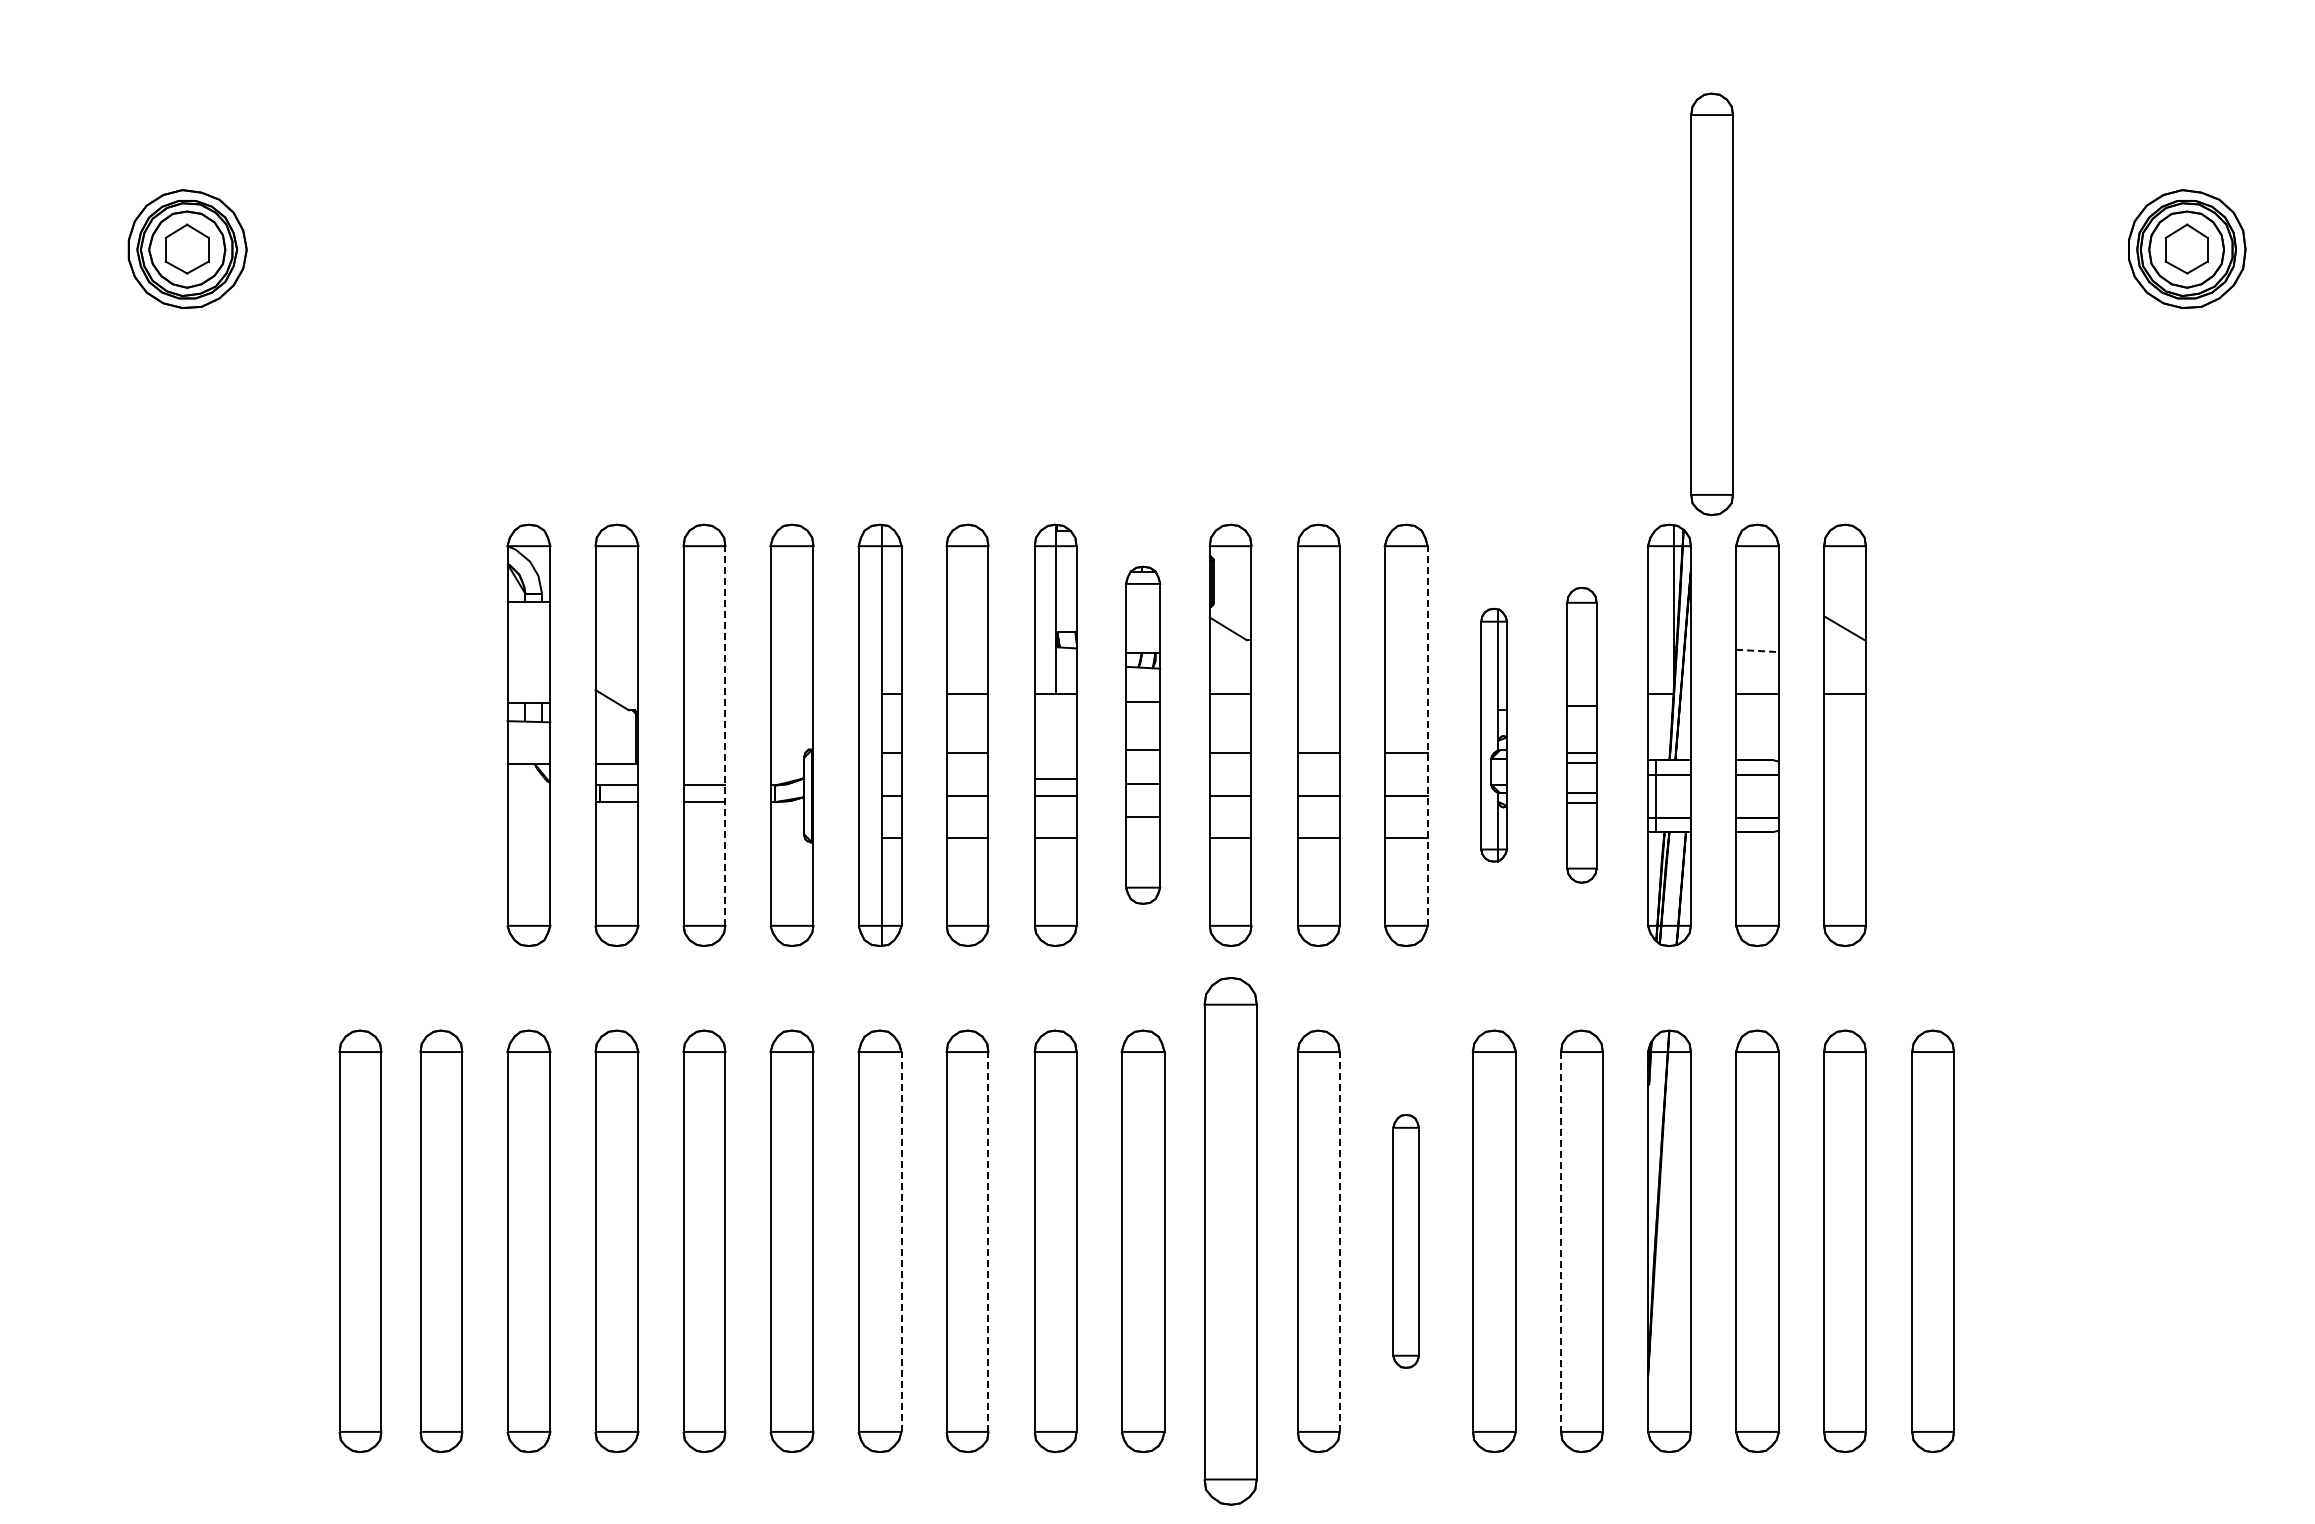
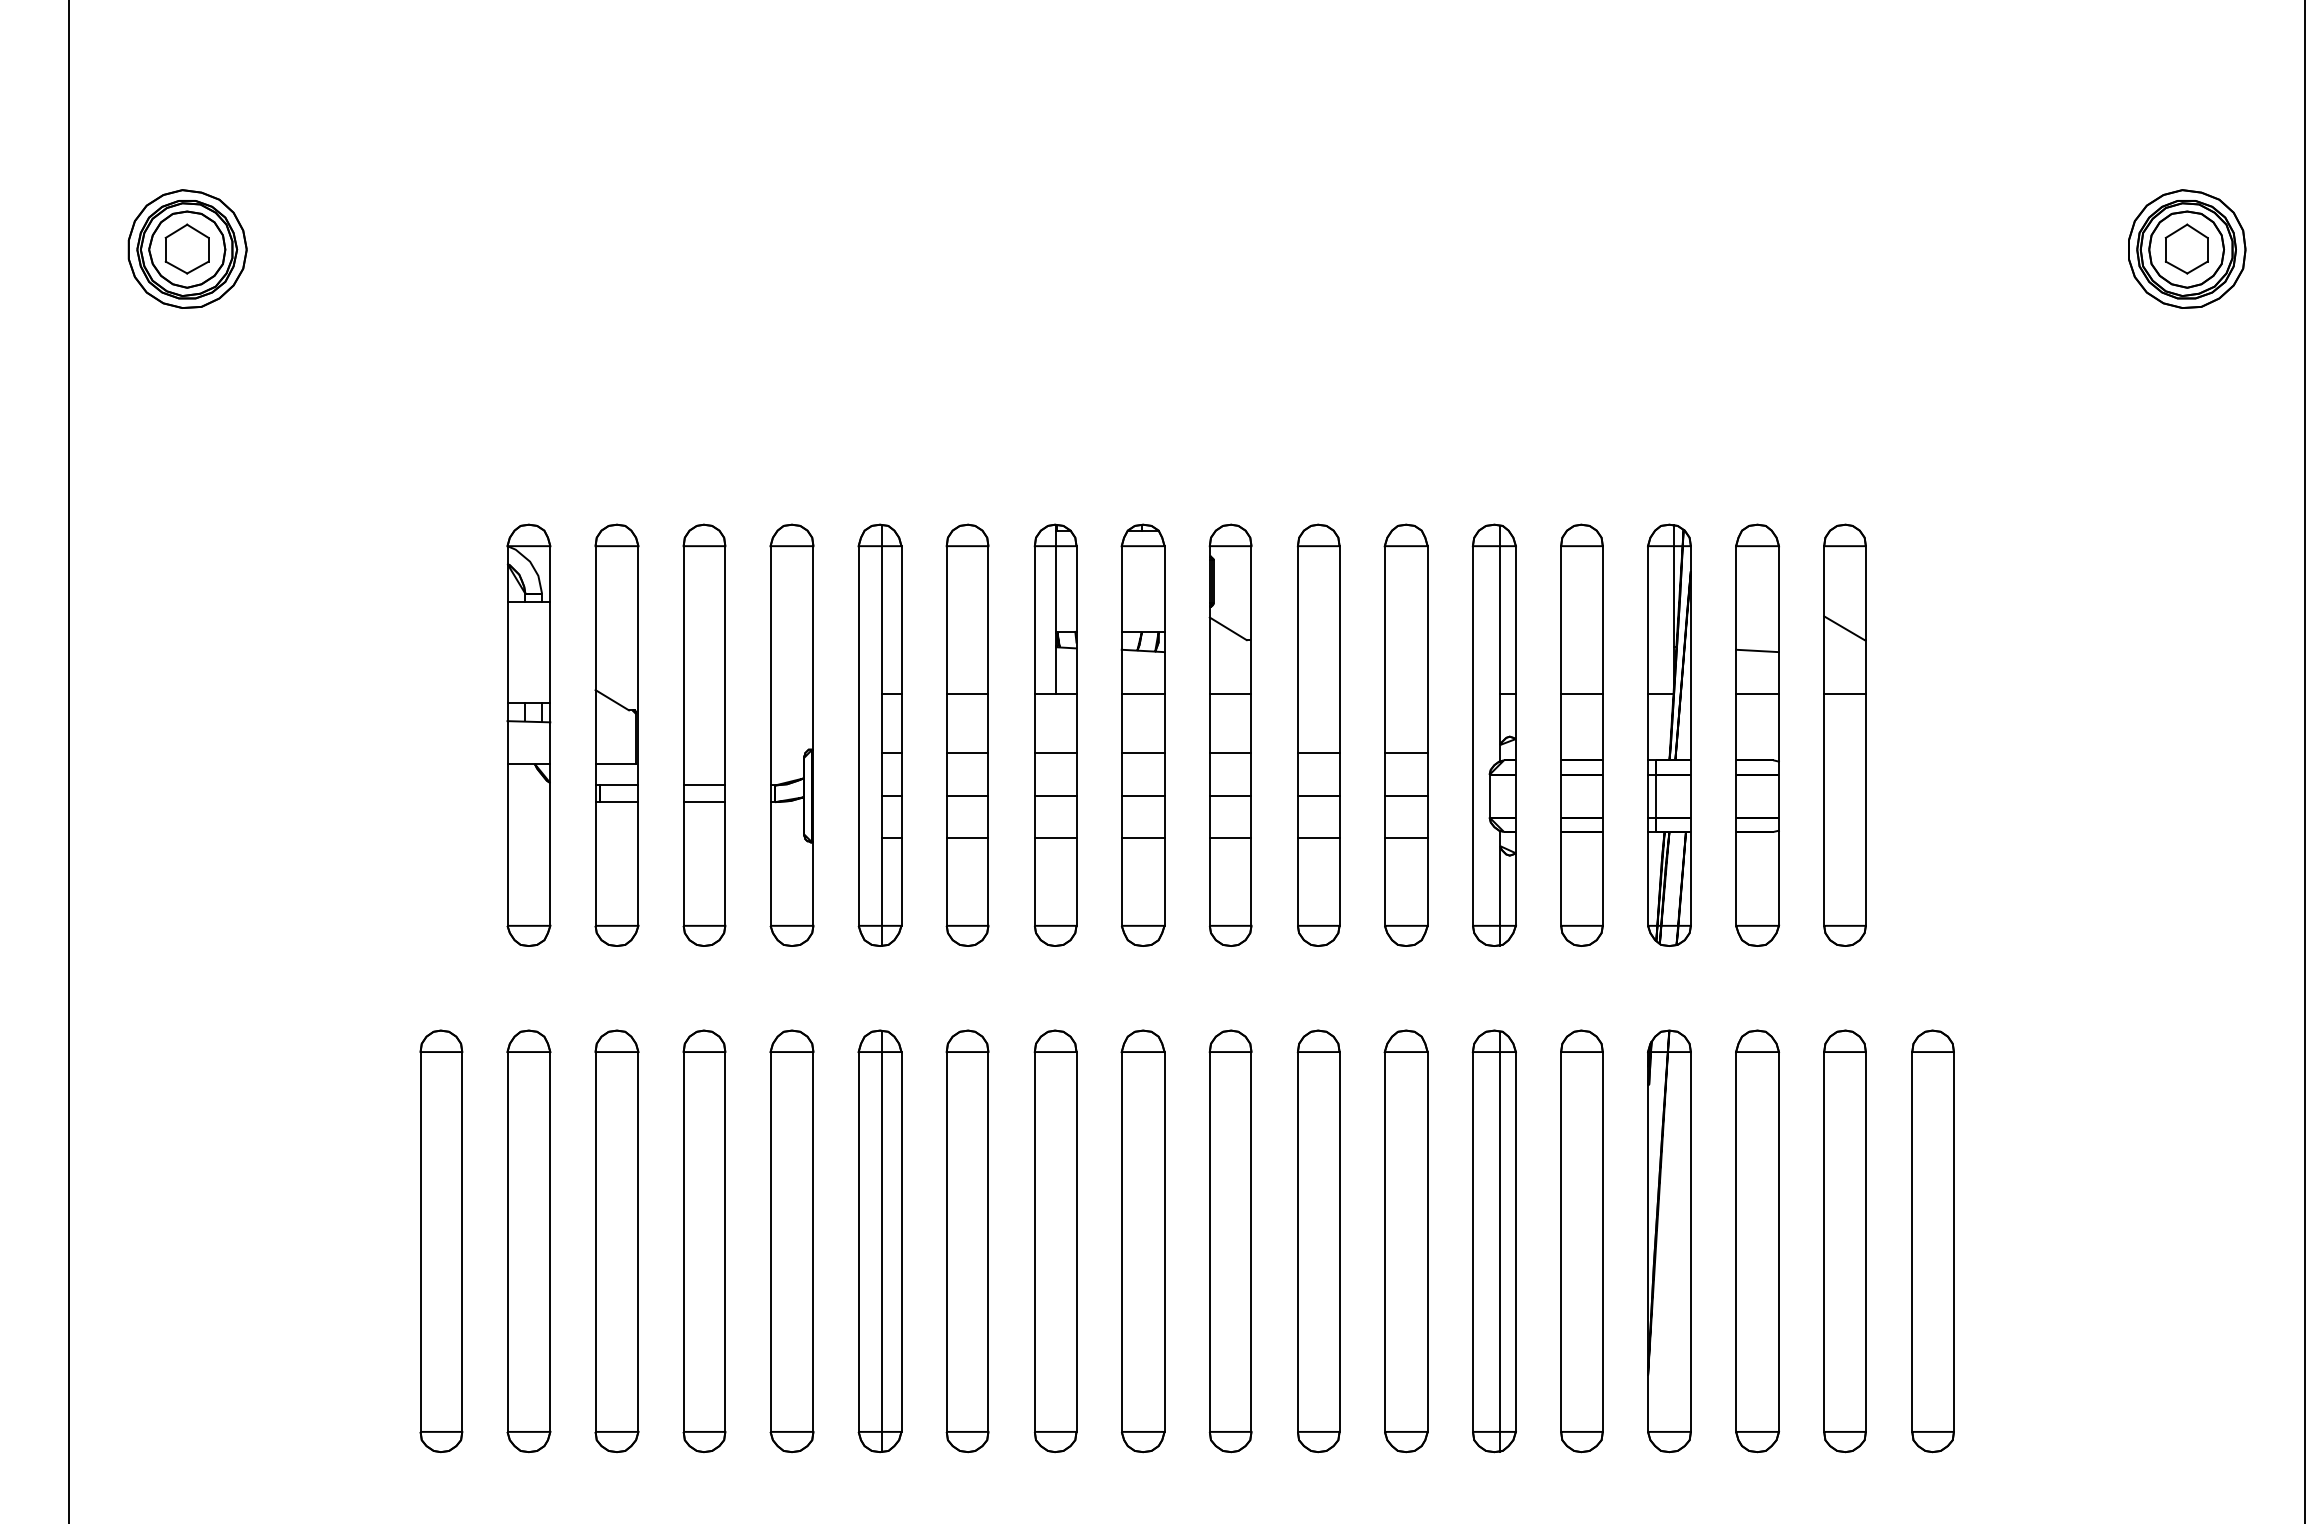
part at (1711, 304): present -> none
line at (1758, 650): dashed -> solid
part at (1142, 734) size: 38x340 px -> 46x424 px
part at (1494, 734) size: 29x256 px -> 46x424 px
part at (1581, 734) size: 32x298 px -> 44x424 px
line at (725, 736): dashed -> solid
line at (1427, 736): dashed -> solid
line at (69, 761): none -> present
line at (2305, 761): none -> present
line at (1055, 779) position: (1055, 779) -> (1055, 753)
part at (360, 1240): present -> none
line at (882, 1241): none -> present
line at (901, 1241): dashed -> solid
line at (988, 1241): dashed -> solid
part at (1230, 1241) size: 55x529 px -> 45x425 px
line at (1339, 1241): dashed -> solid
part at (1406, 1241) size: 29x255 px -> 46x425 px
line at (1500, 1241): none -> present
line at (1561, 1241): dashed -> solid
